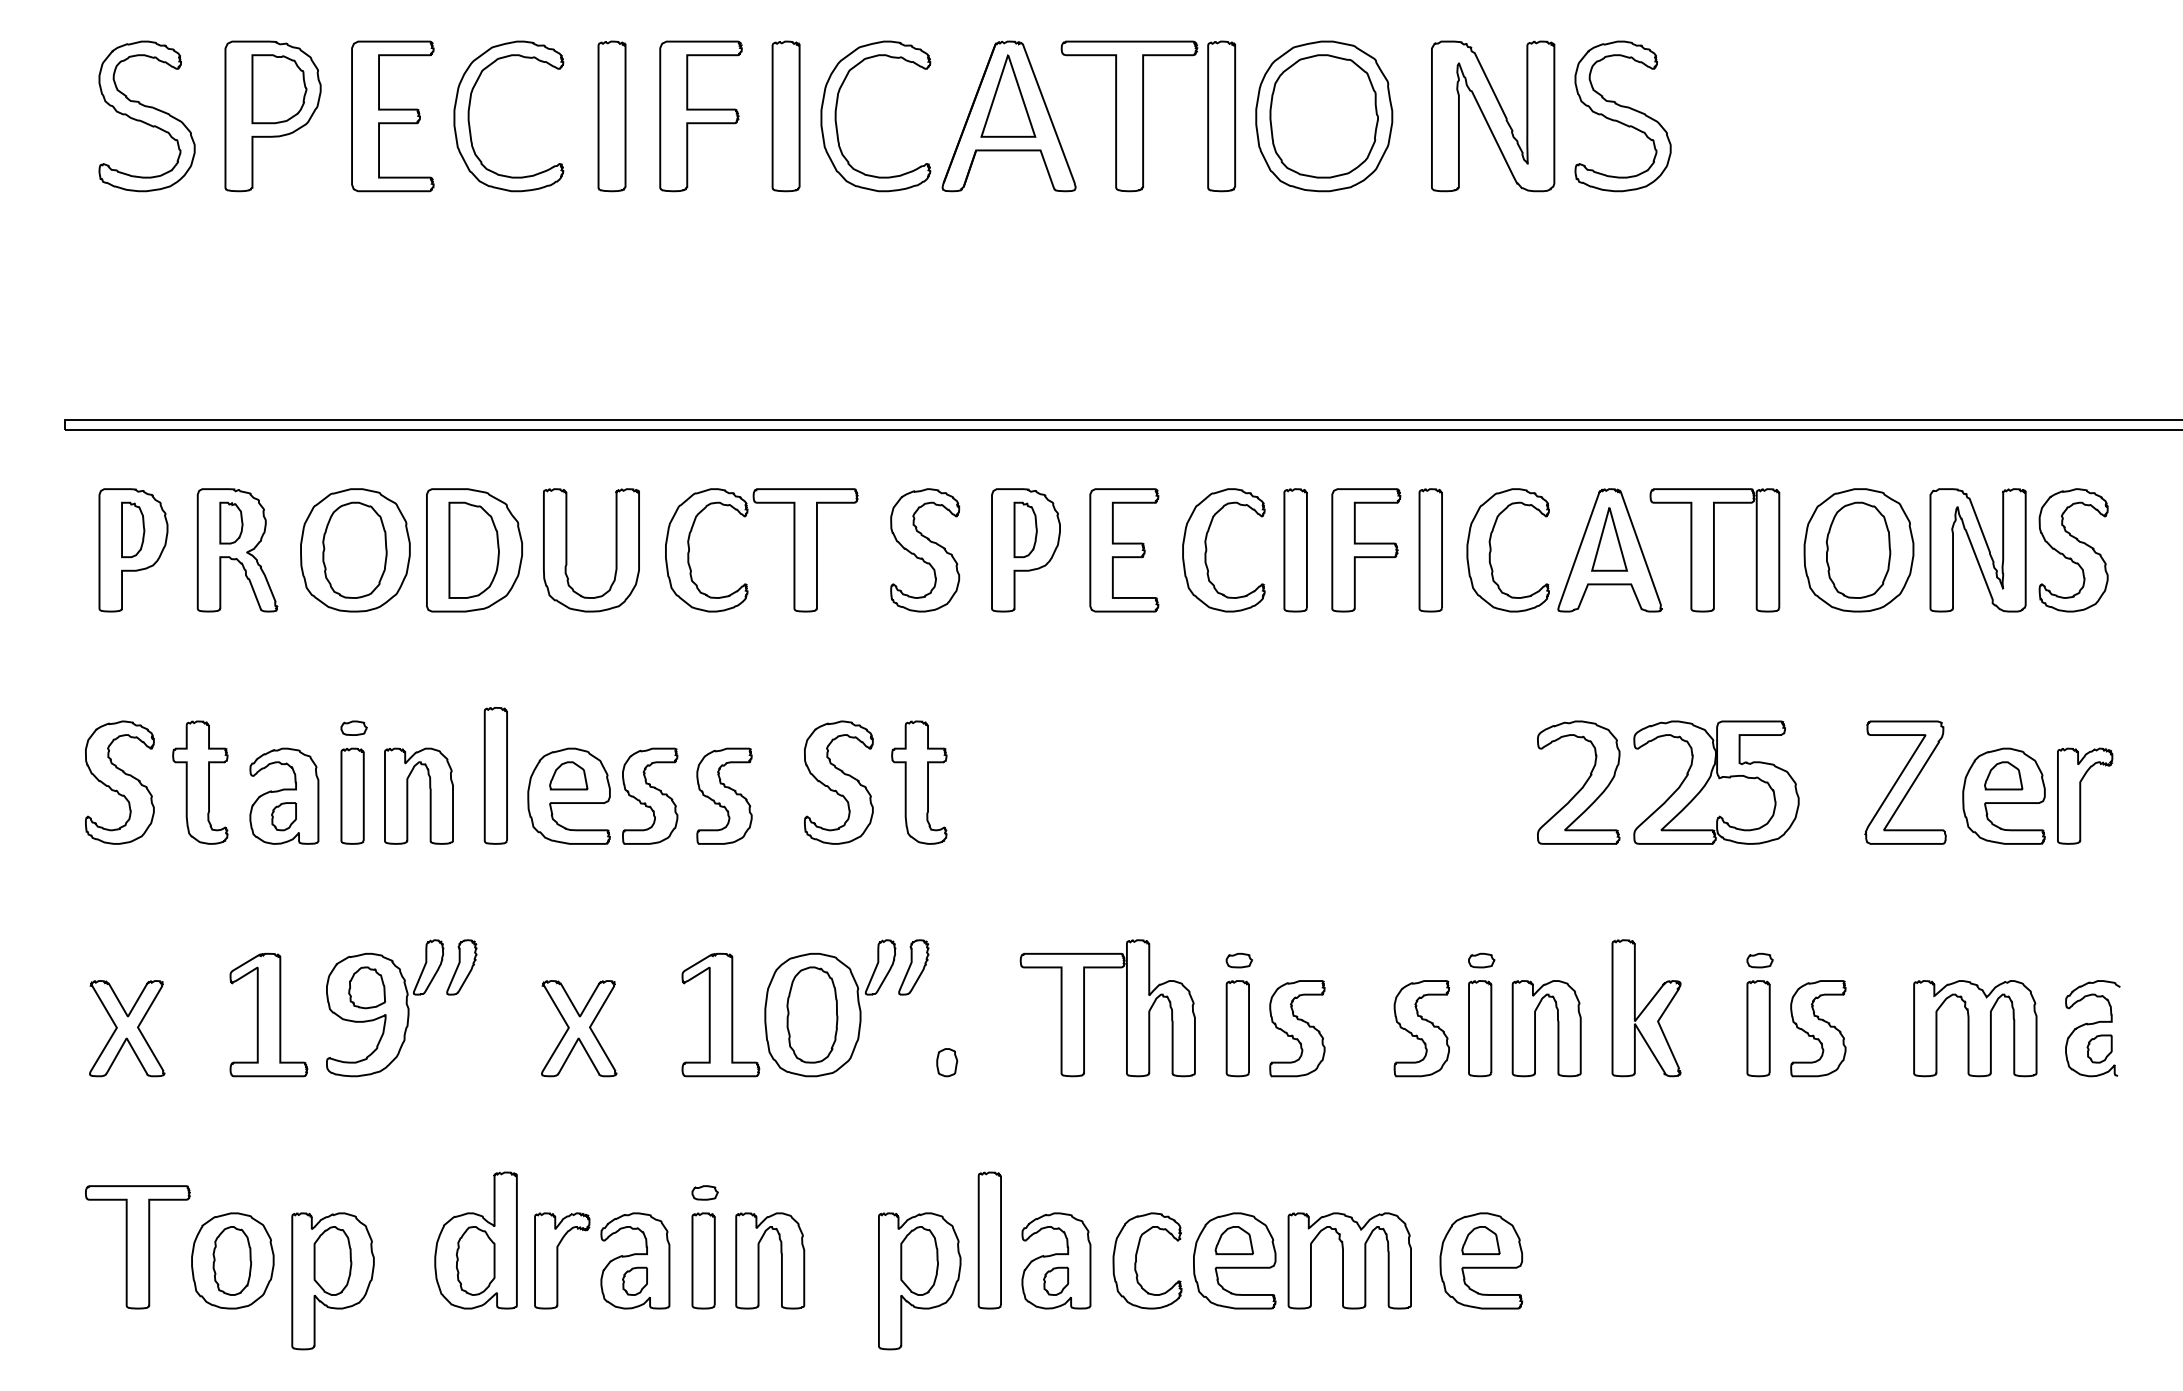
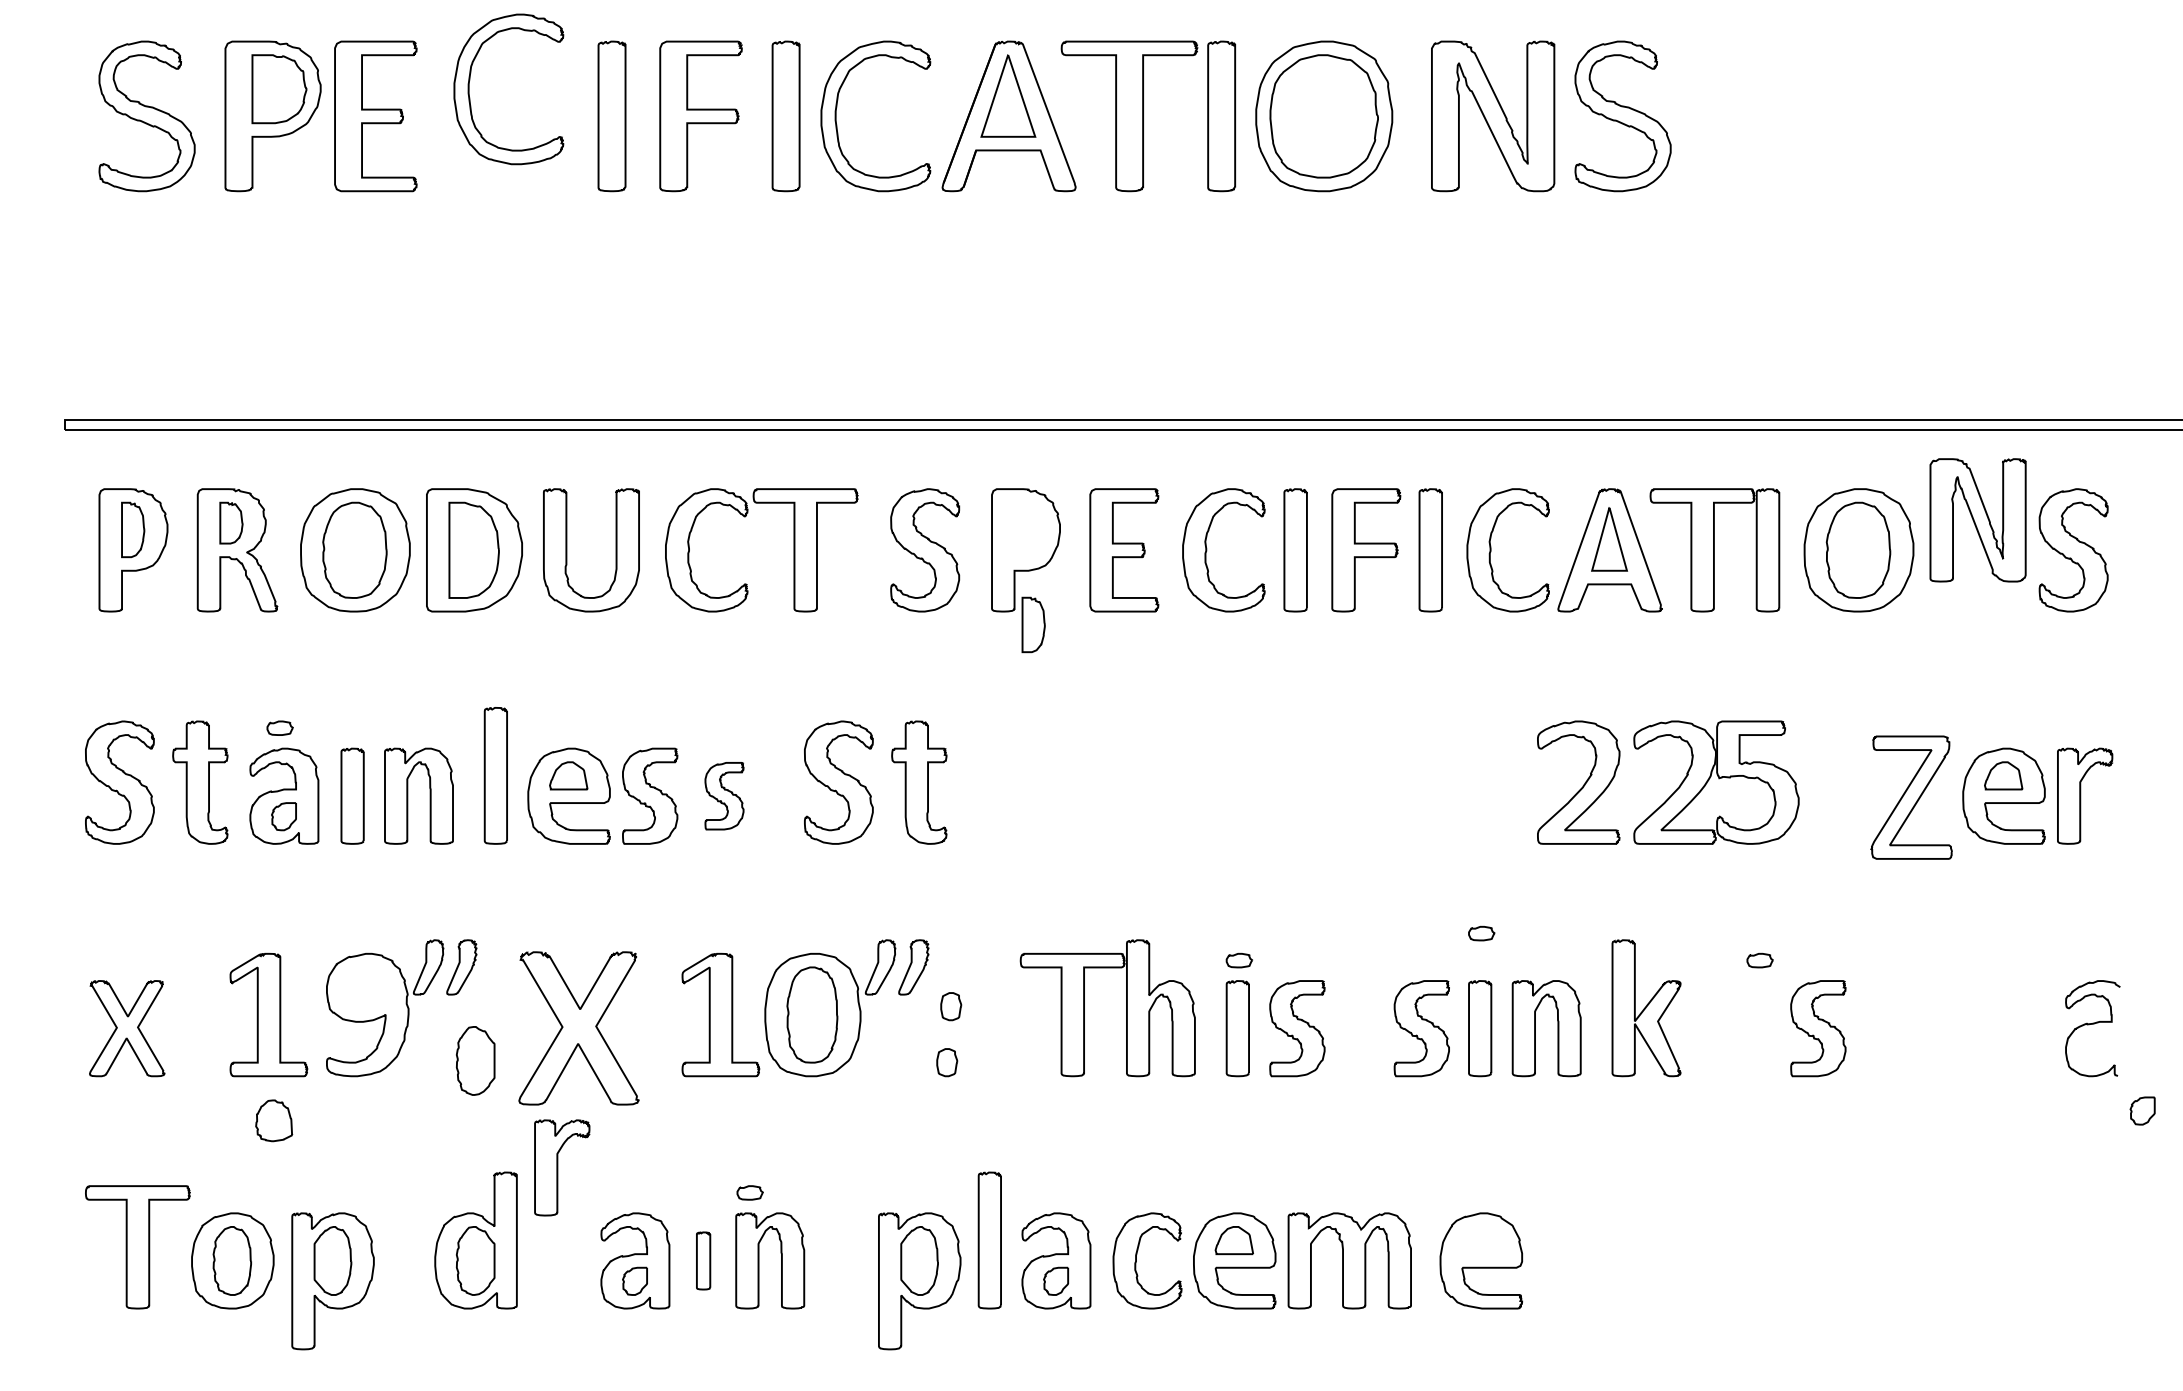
part at (392, 116) position: (392, 116) -> (375, 116)
part at (470, 124) position: (470, 124) -> (470, 97)
part at (1025, 529) position: (1025, 529) -> (1033, 624)
part at (1977, 550) position: (1977, 550) -> (1977, 520)
part at (353, 727) position: (353, 727) -> (279, 727)
part at (1905, 782) position: (1905, 782) -> (1911, 797)
part at (724, 795) size: 57x98 px -> 41x69 px
part at (1481, 960) position: (1481, 960) -> (1481, 933)
part at (367, 987) position: (367, 987) -> (274, 1120)
part at (951, 1006): none -> present
part at (579, 1028) size: 77x98 px -> 122x155 px
part at (1758, 1028): present -> none
part at (1975, 1028): present -> none
part at (2099, 1048) position: (2099, 1048) -> (2142, 1110)
part at (475, 1060): none -> present
part at (704, 1192) position: (704, 1192) -> (749, 1192)
part at (1480, 1240): present -> none
part at (562, 1260) position: (562, 1260) -> (562, 1167)
part at (703, 1260) size: 25x98 px -> 16x60 px
